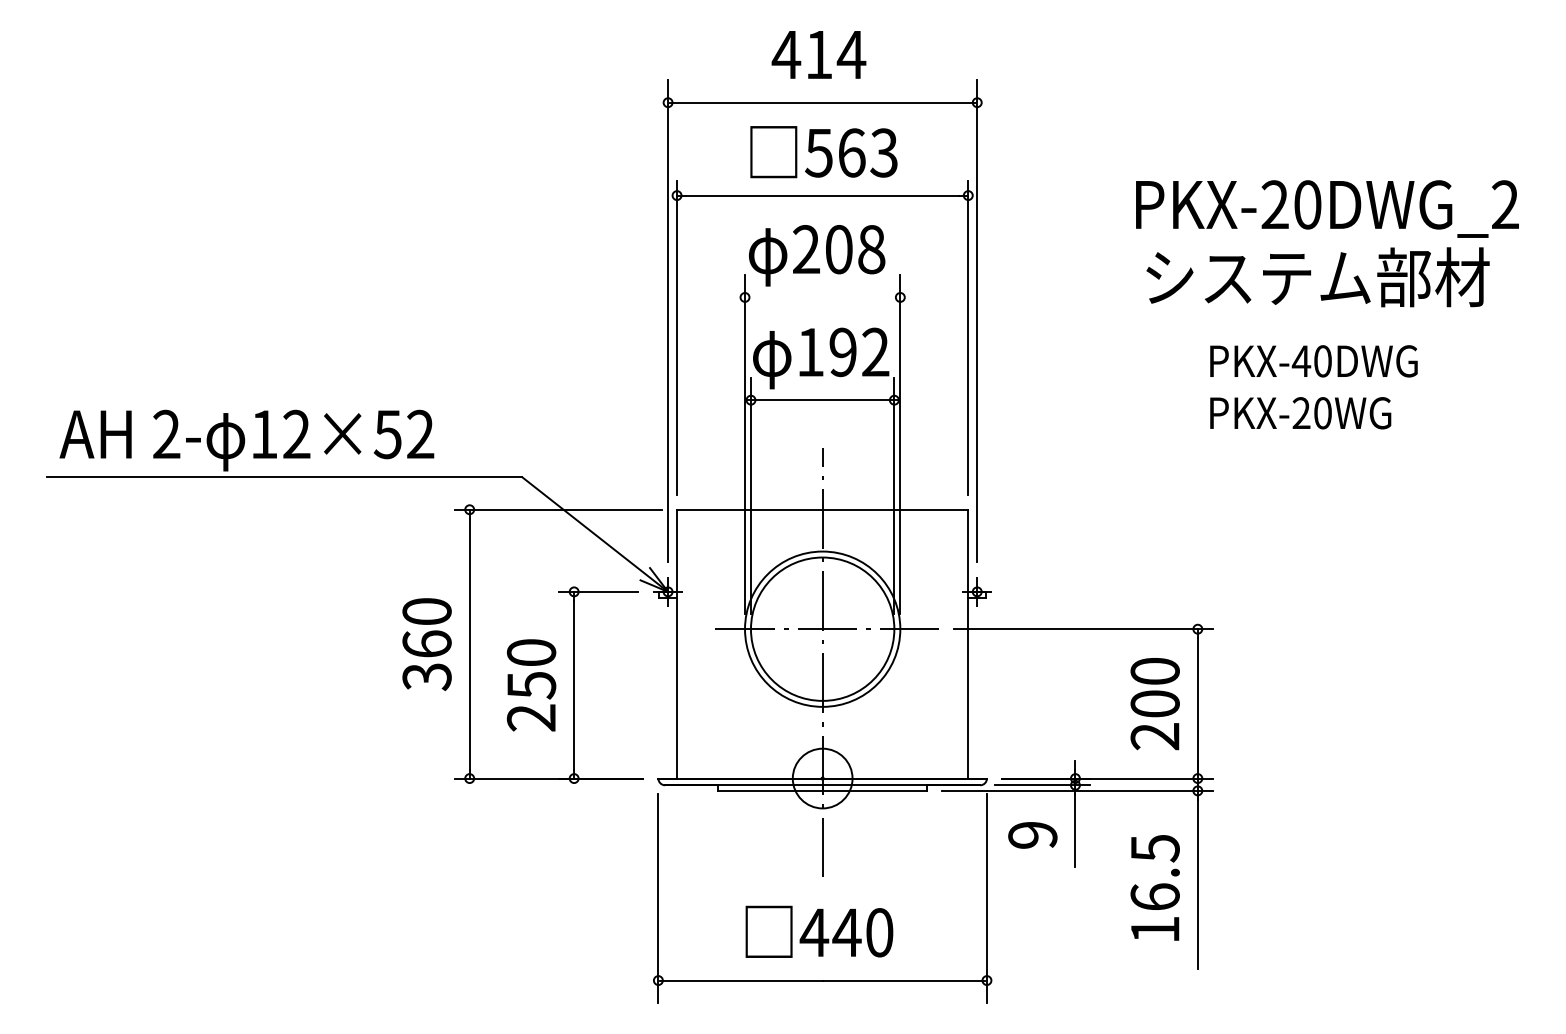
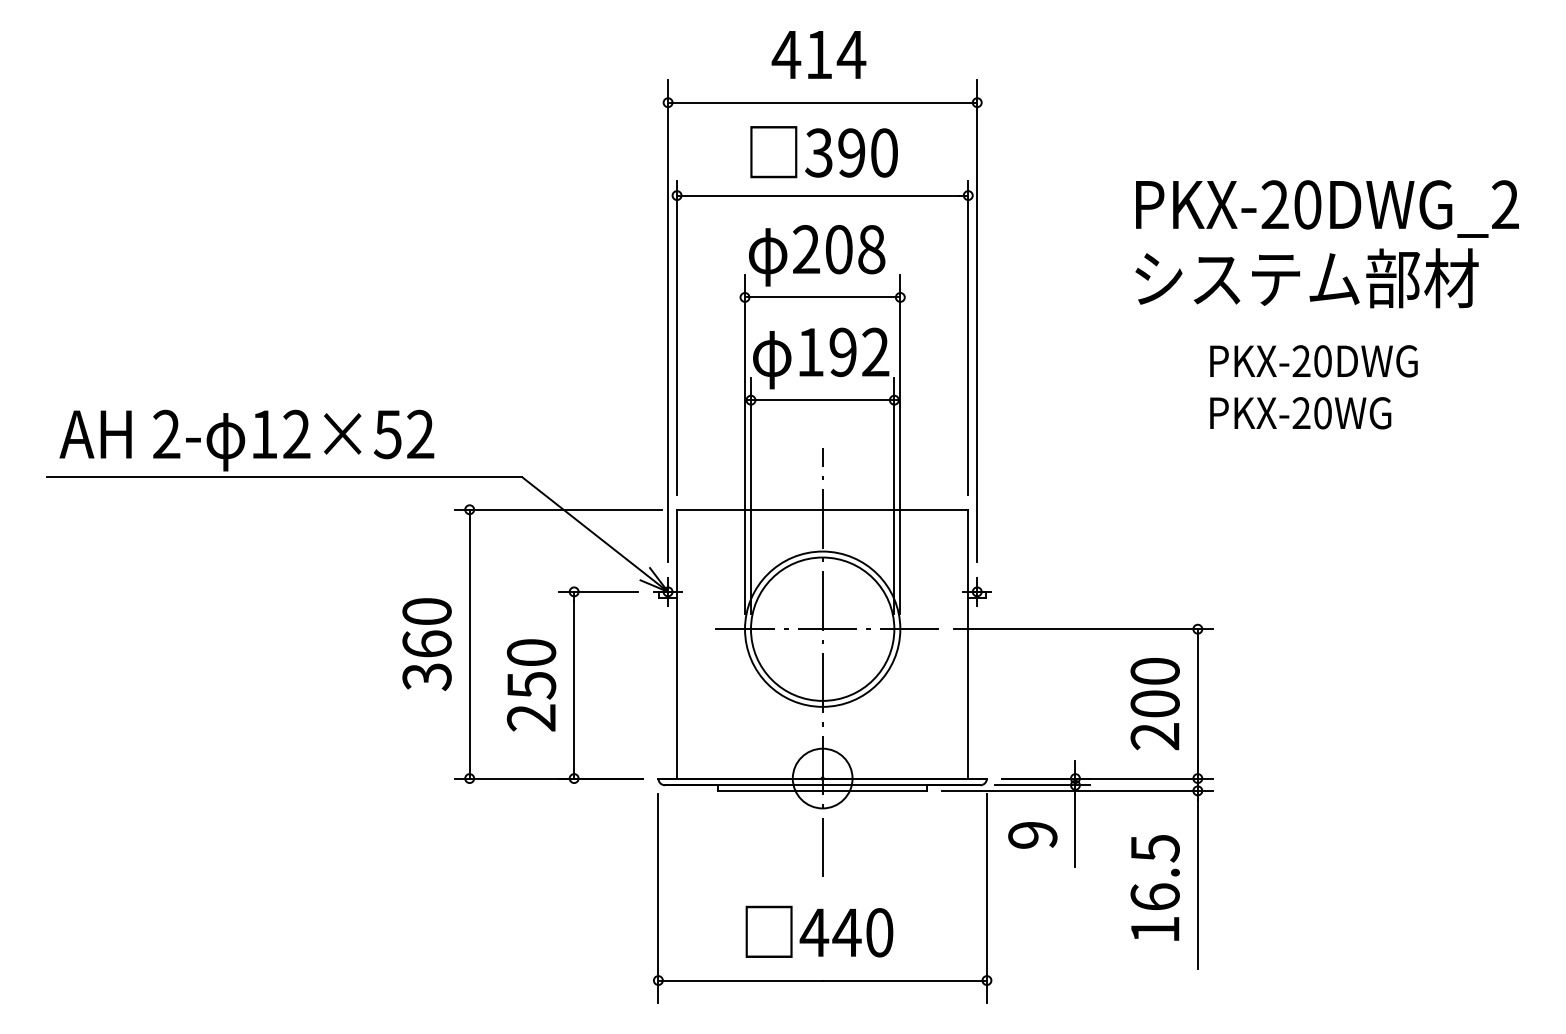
text at (851, 152): 563 -> 390
text at (1317, 277) position: (1317, 277) -> (1306, 278)
line at (822, 297): none -> present
text at (1301, 360): PKX-40DWG -> PKX-20DWG
